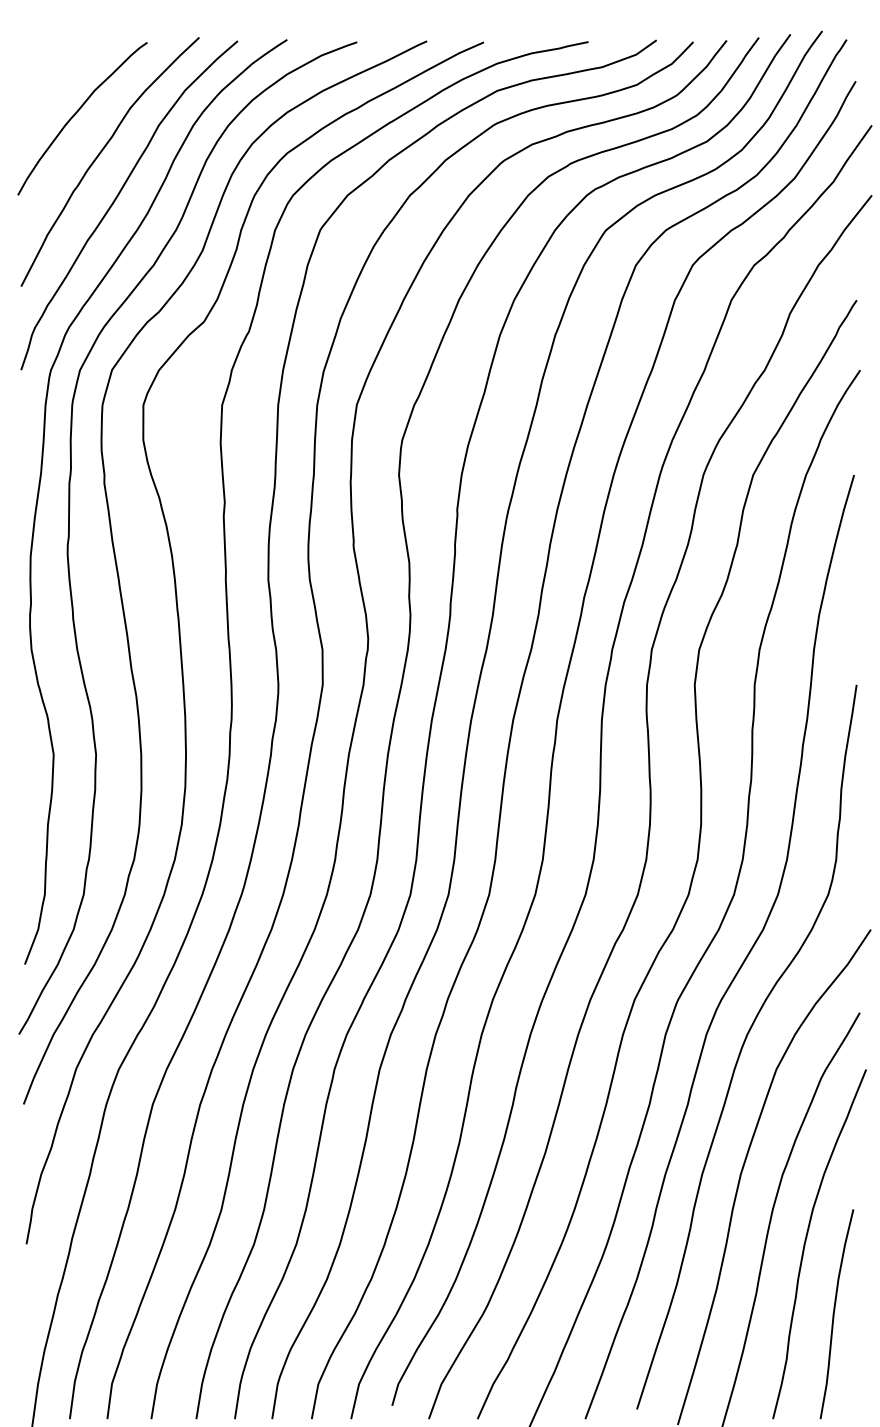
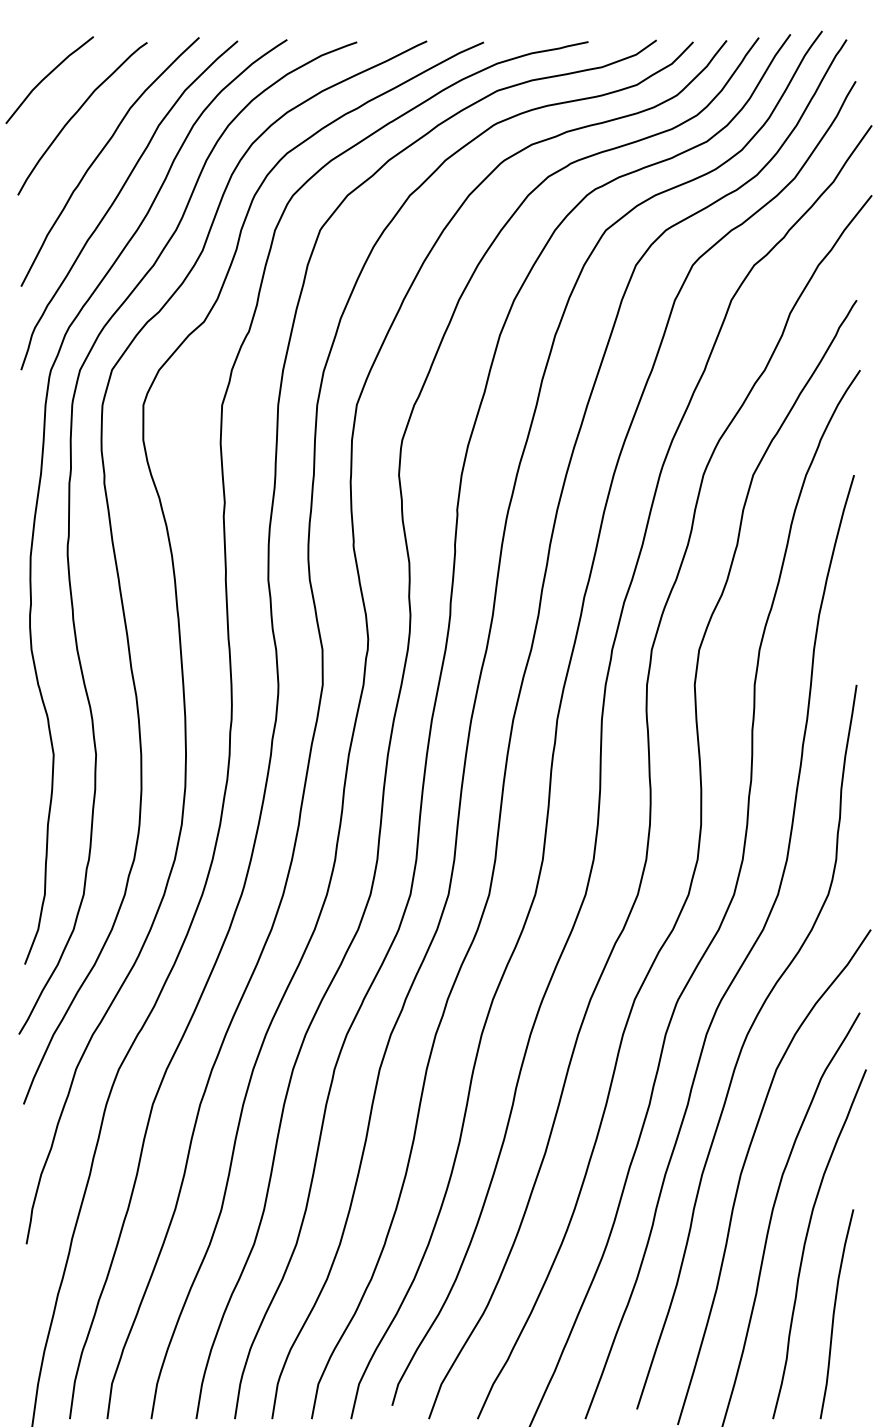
curve at (48, 76): none -> present
